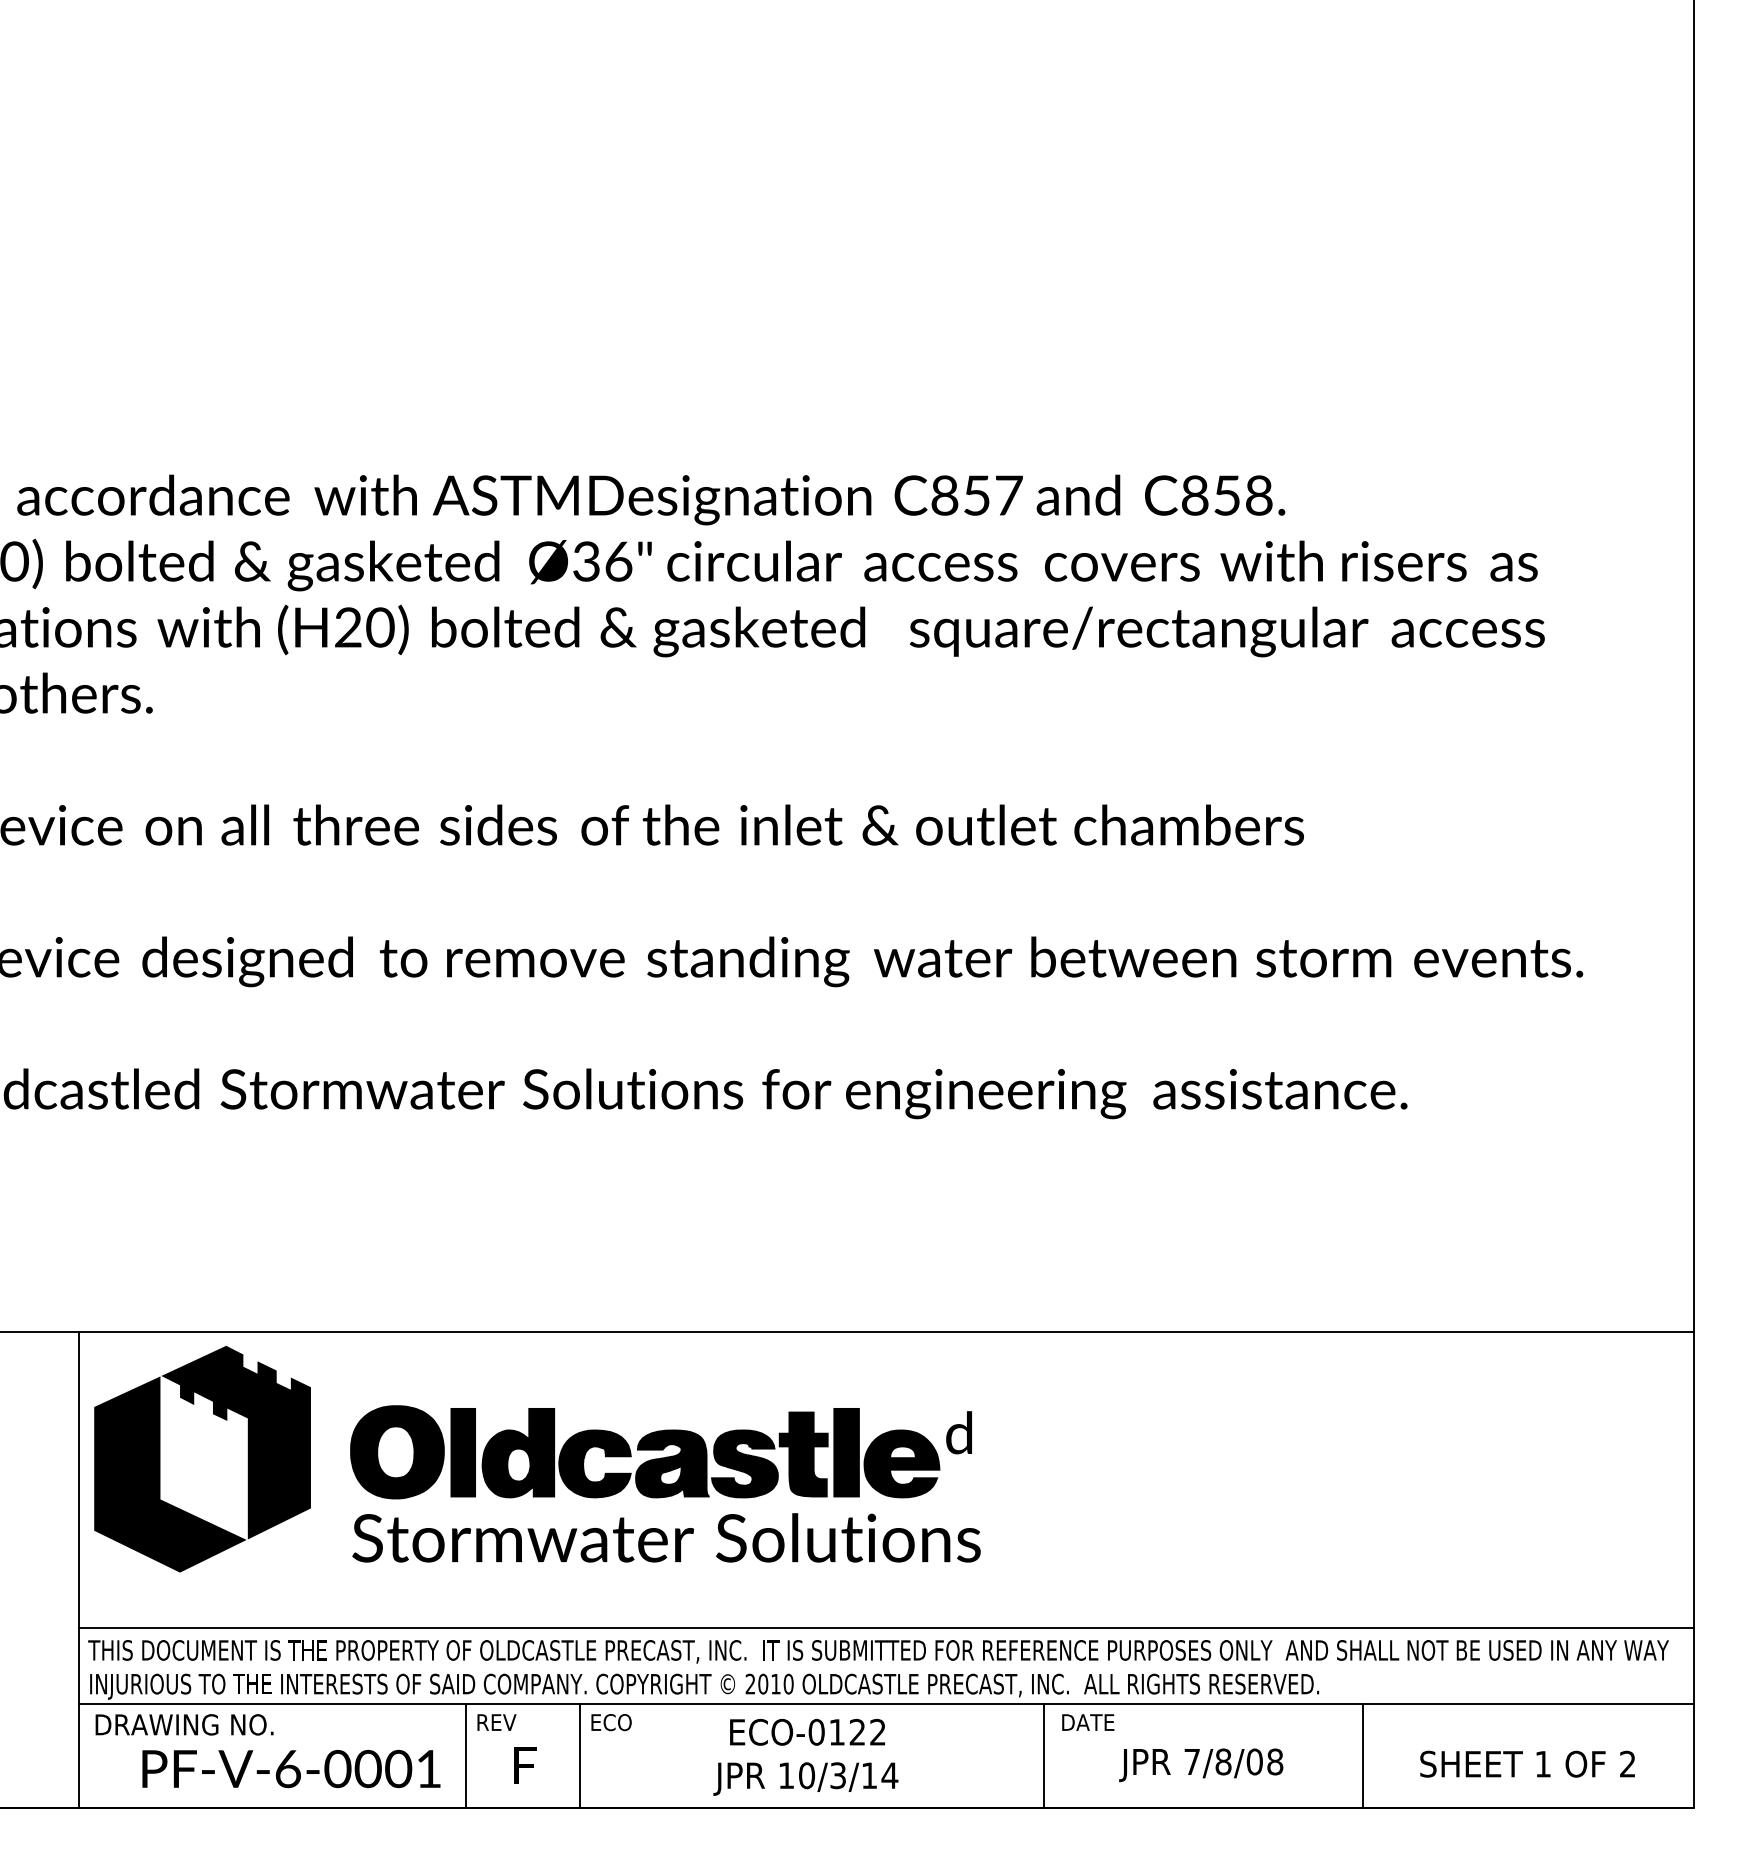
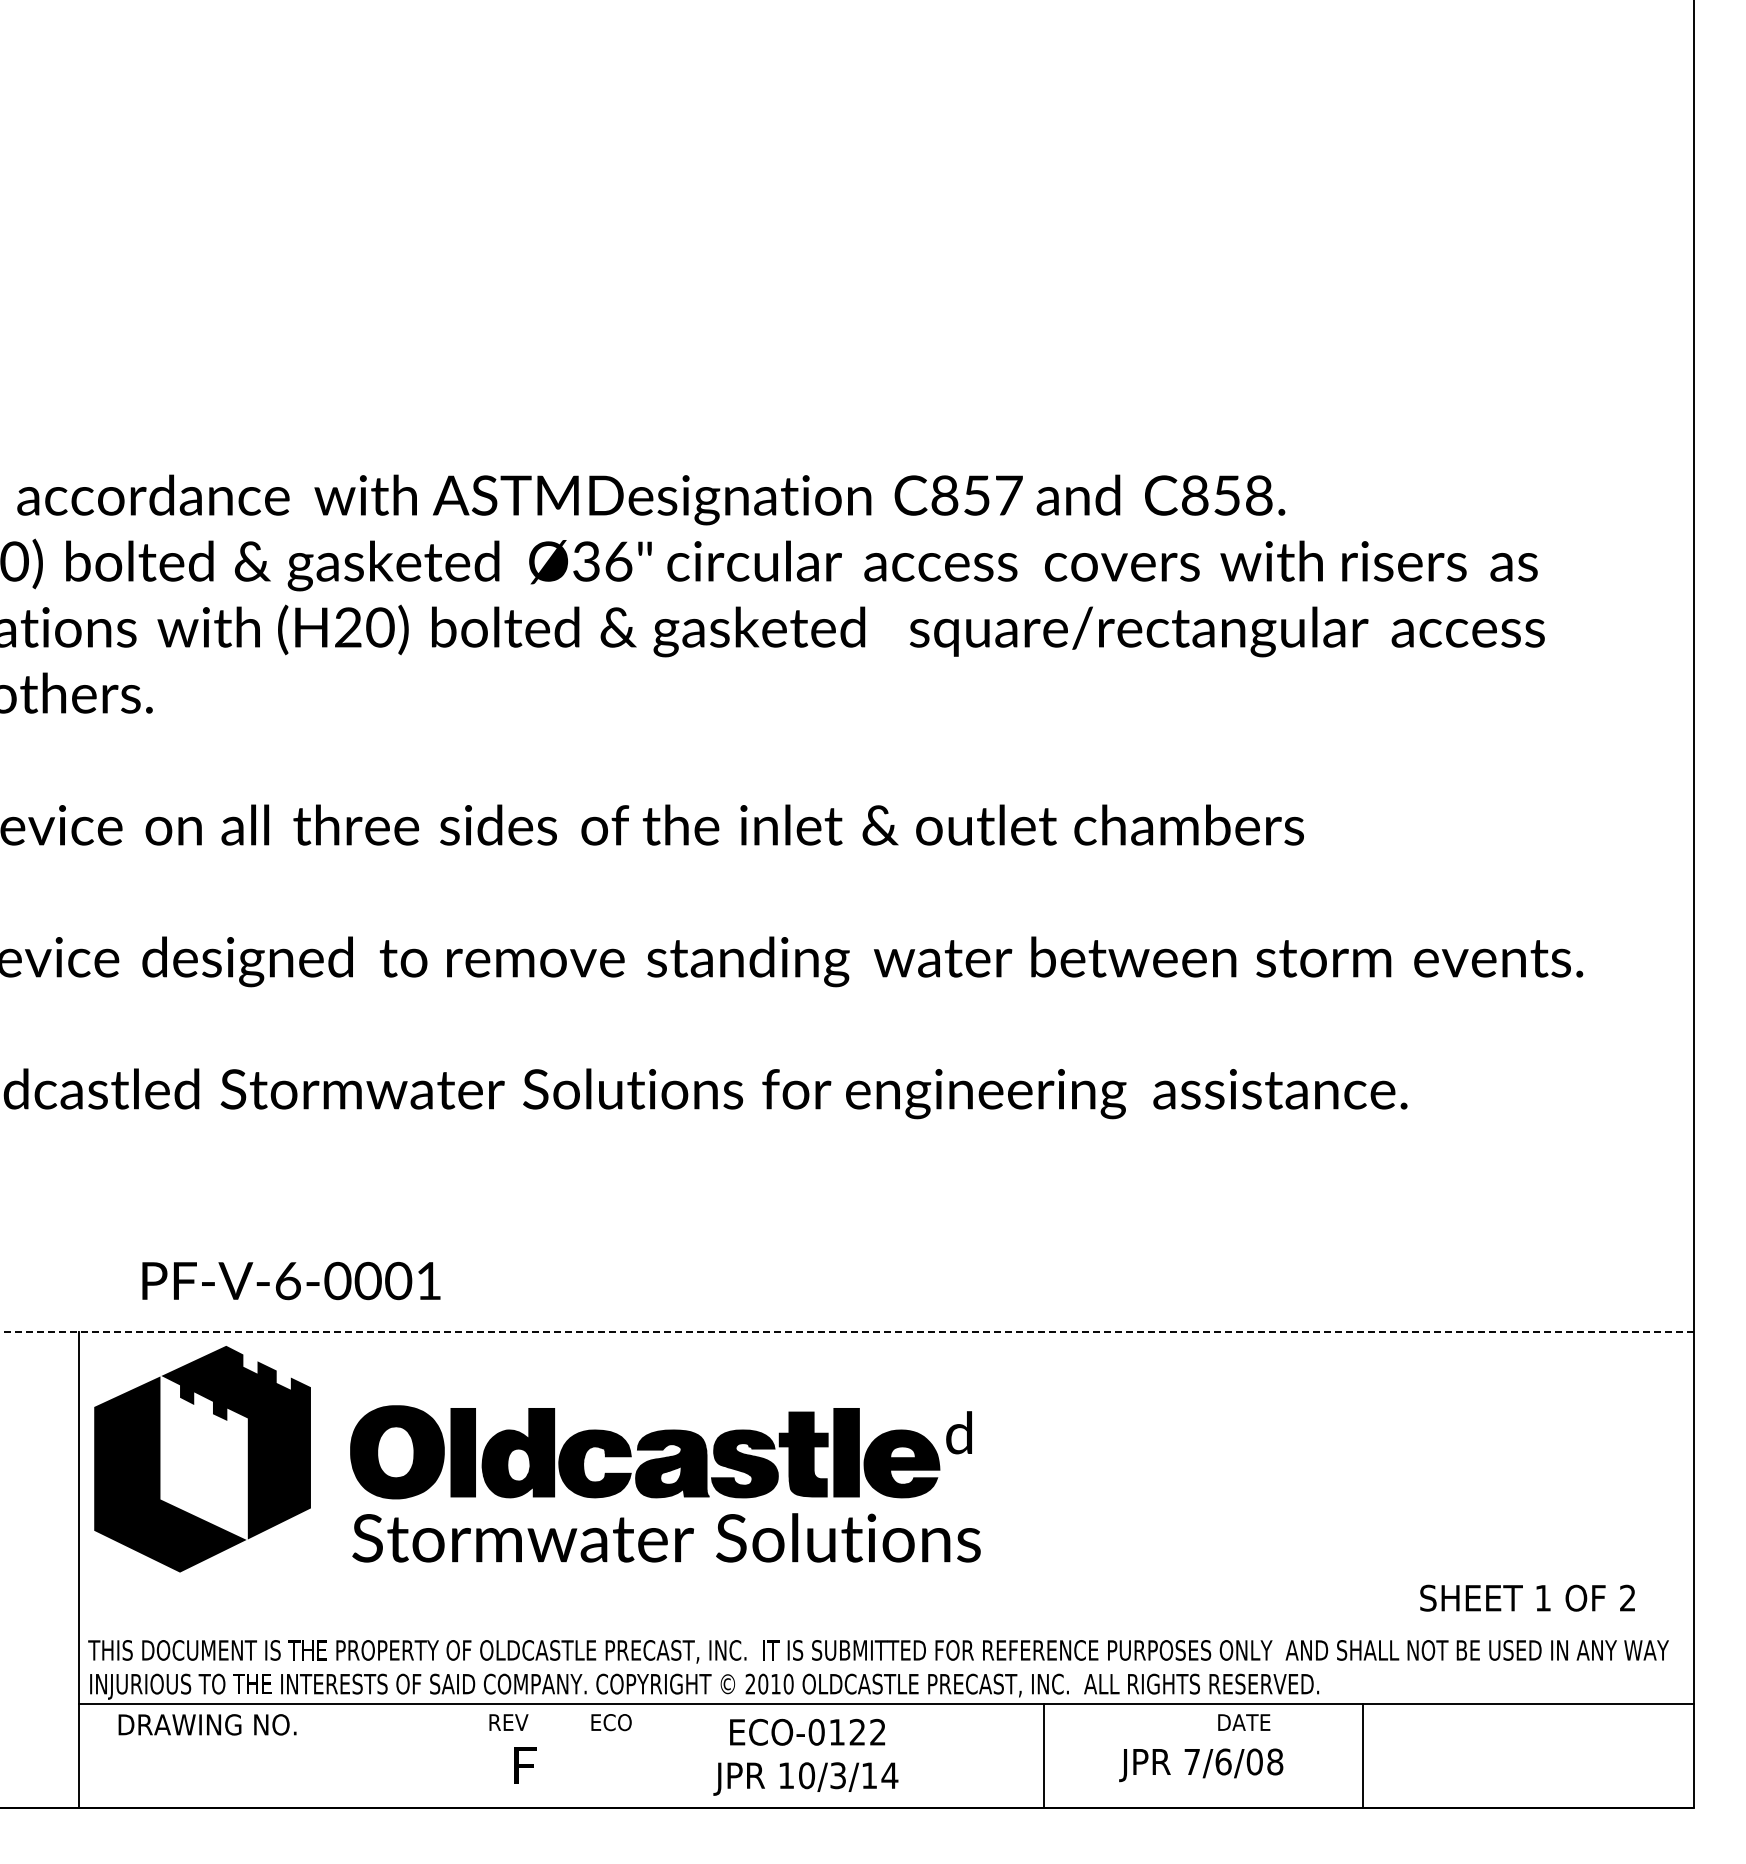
line at (846, 1331): solid -> dashed
line at (886, 1628): present -> none
text at (496, 1722) position: (496, 1722) -> (508, 1722)
text at (1088, 1722) position: (1088, 1722) -> (1244, 1722)
text at (184, 1724) position: (184, 1724) -> (207, 1724)
line at (466, 1755): present -> none
line at (579, 1755): present -> none
text at (1223, 1761): 7/8/08 -> 7/6/08
text at (1527, 1763) position: (1527, 1763) -> (1527, 1597)
text at (291, 1768) position: (291, 1768) -> (291, 1280)
